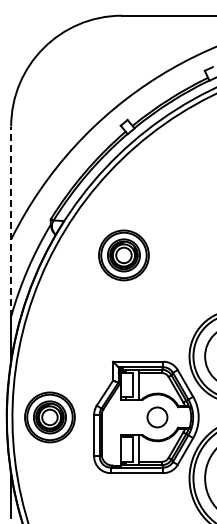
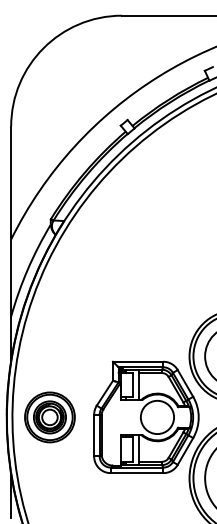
line at (11, 221): dashed -> solid
part at (123, 255): present -> none
circle at (157, 417) diameter: 20 px -> 33 px
